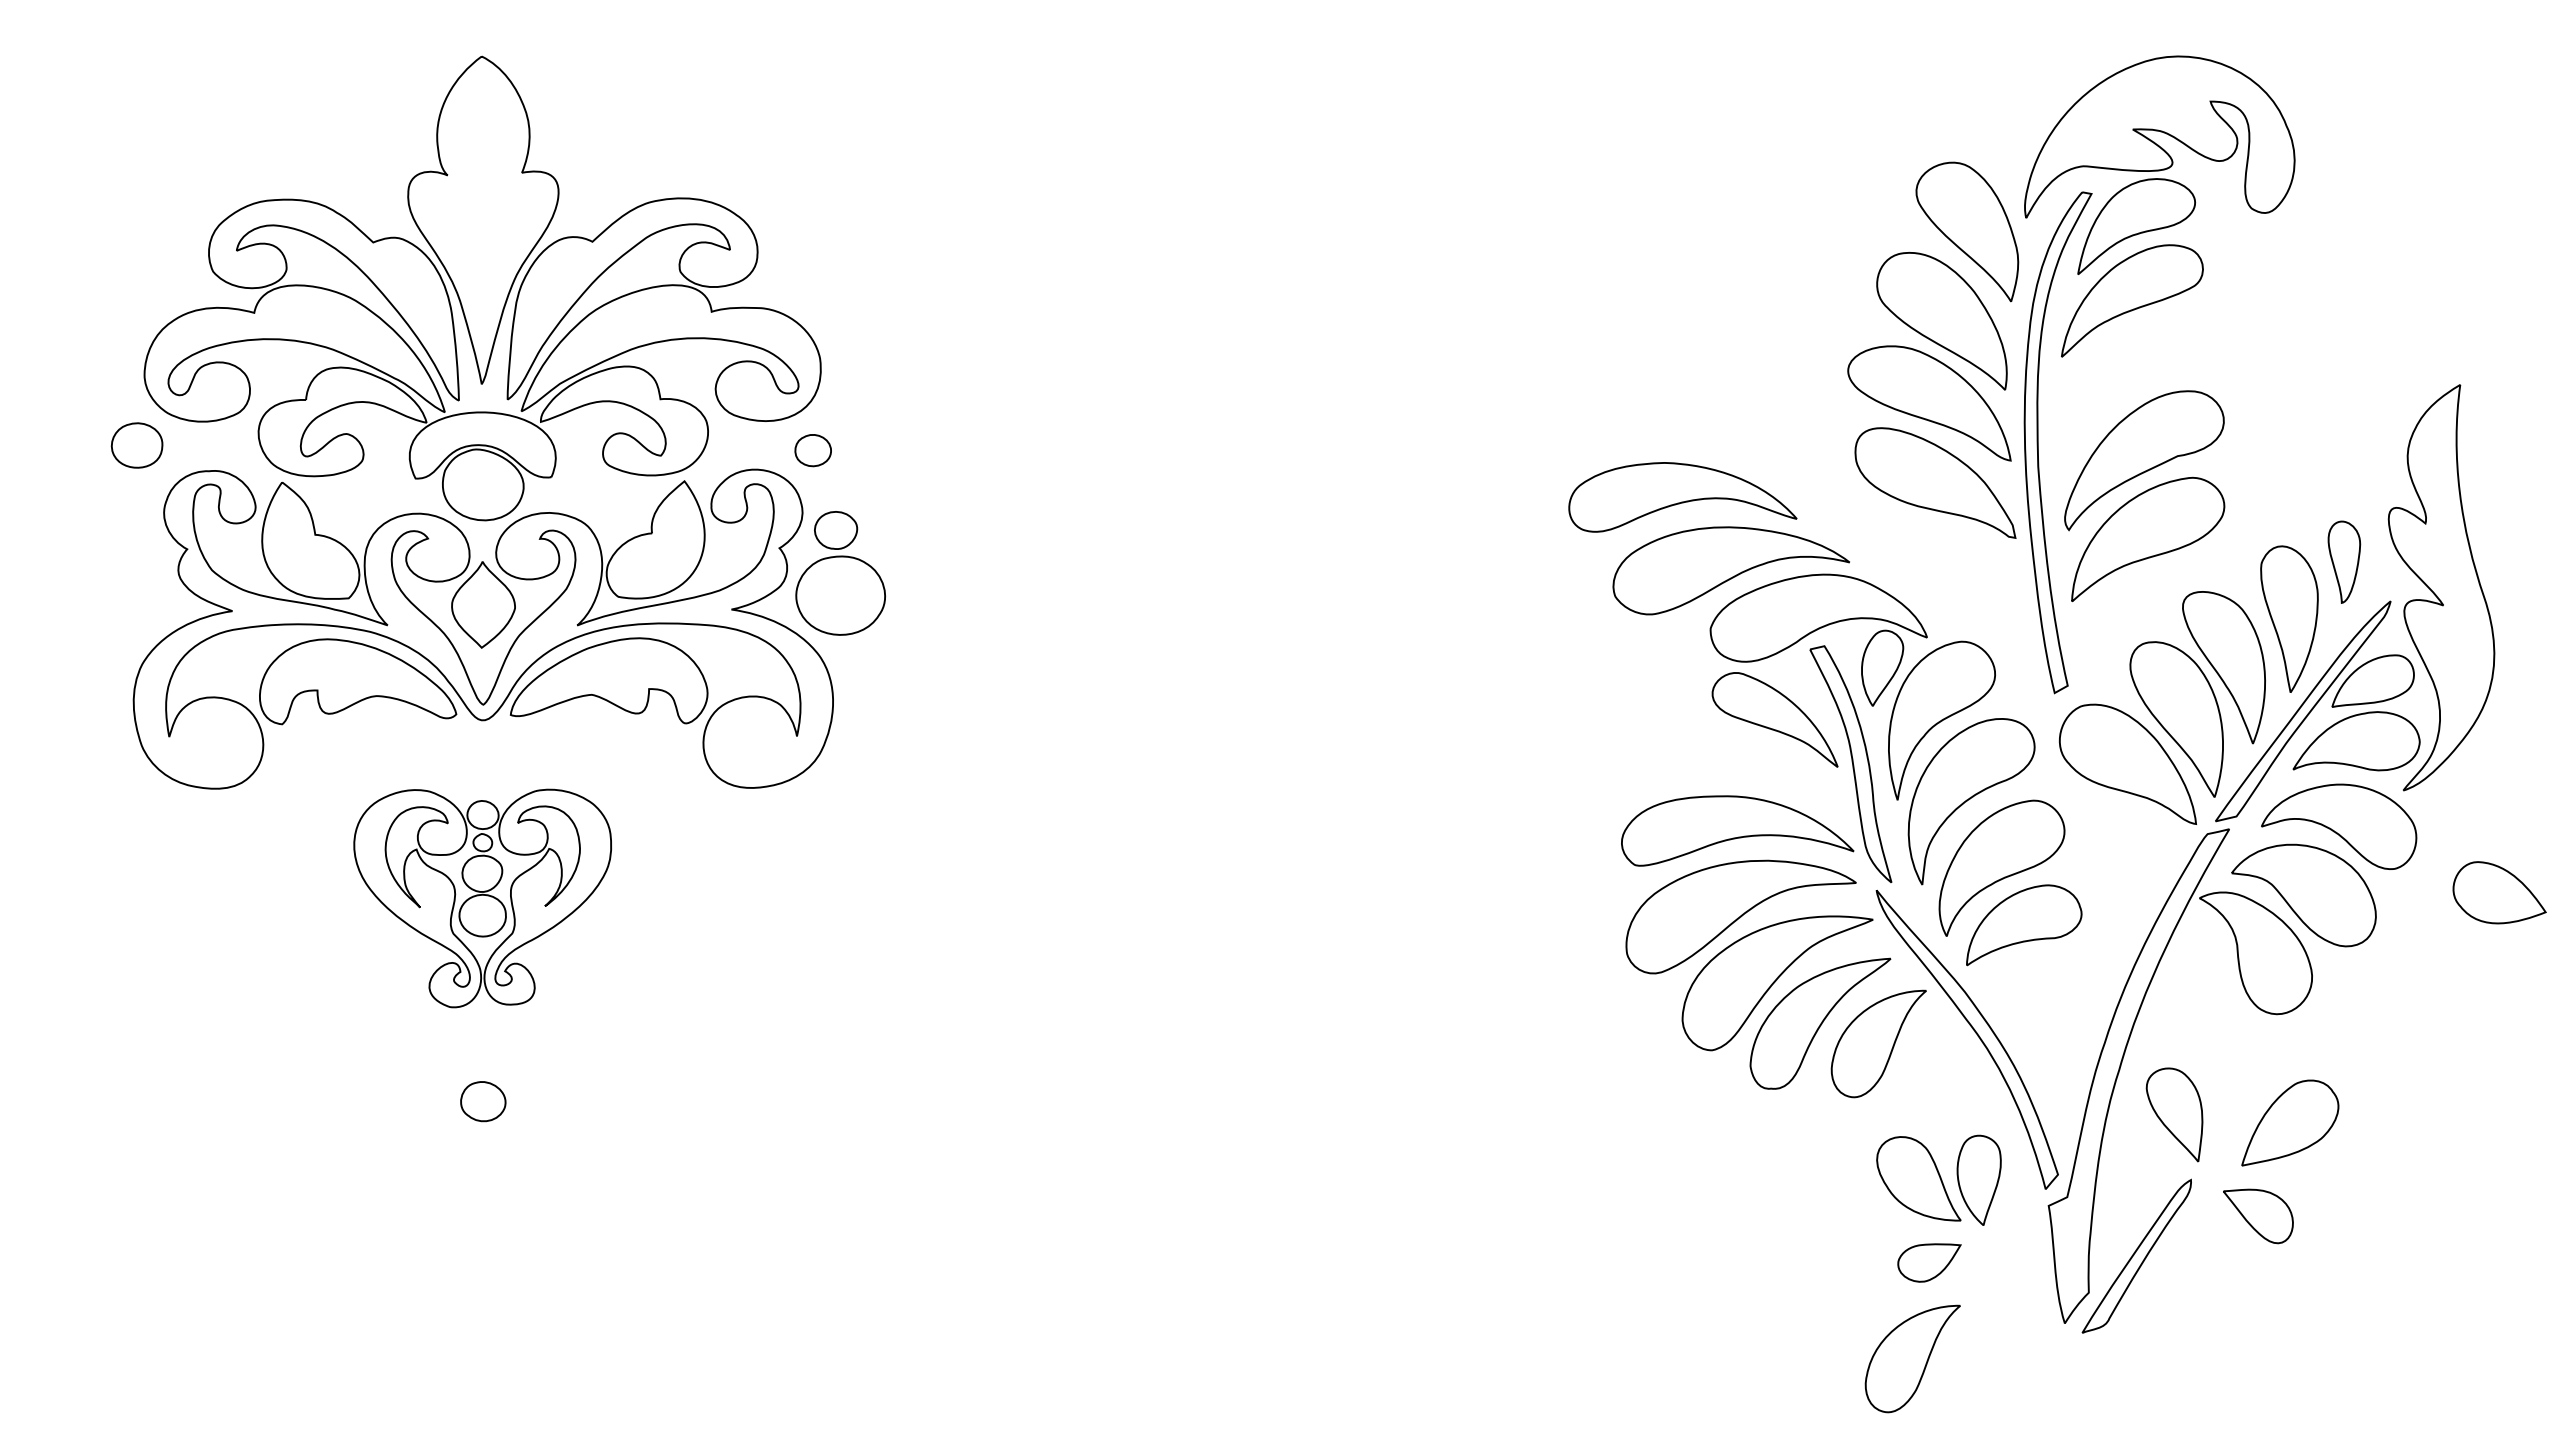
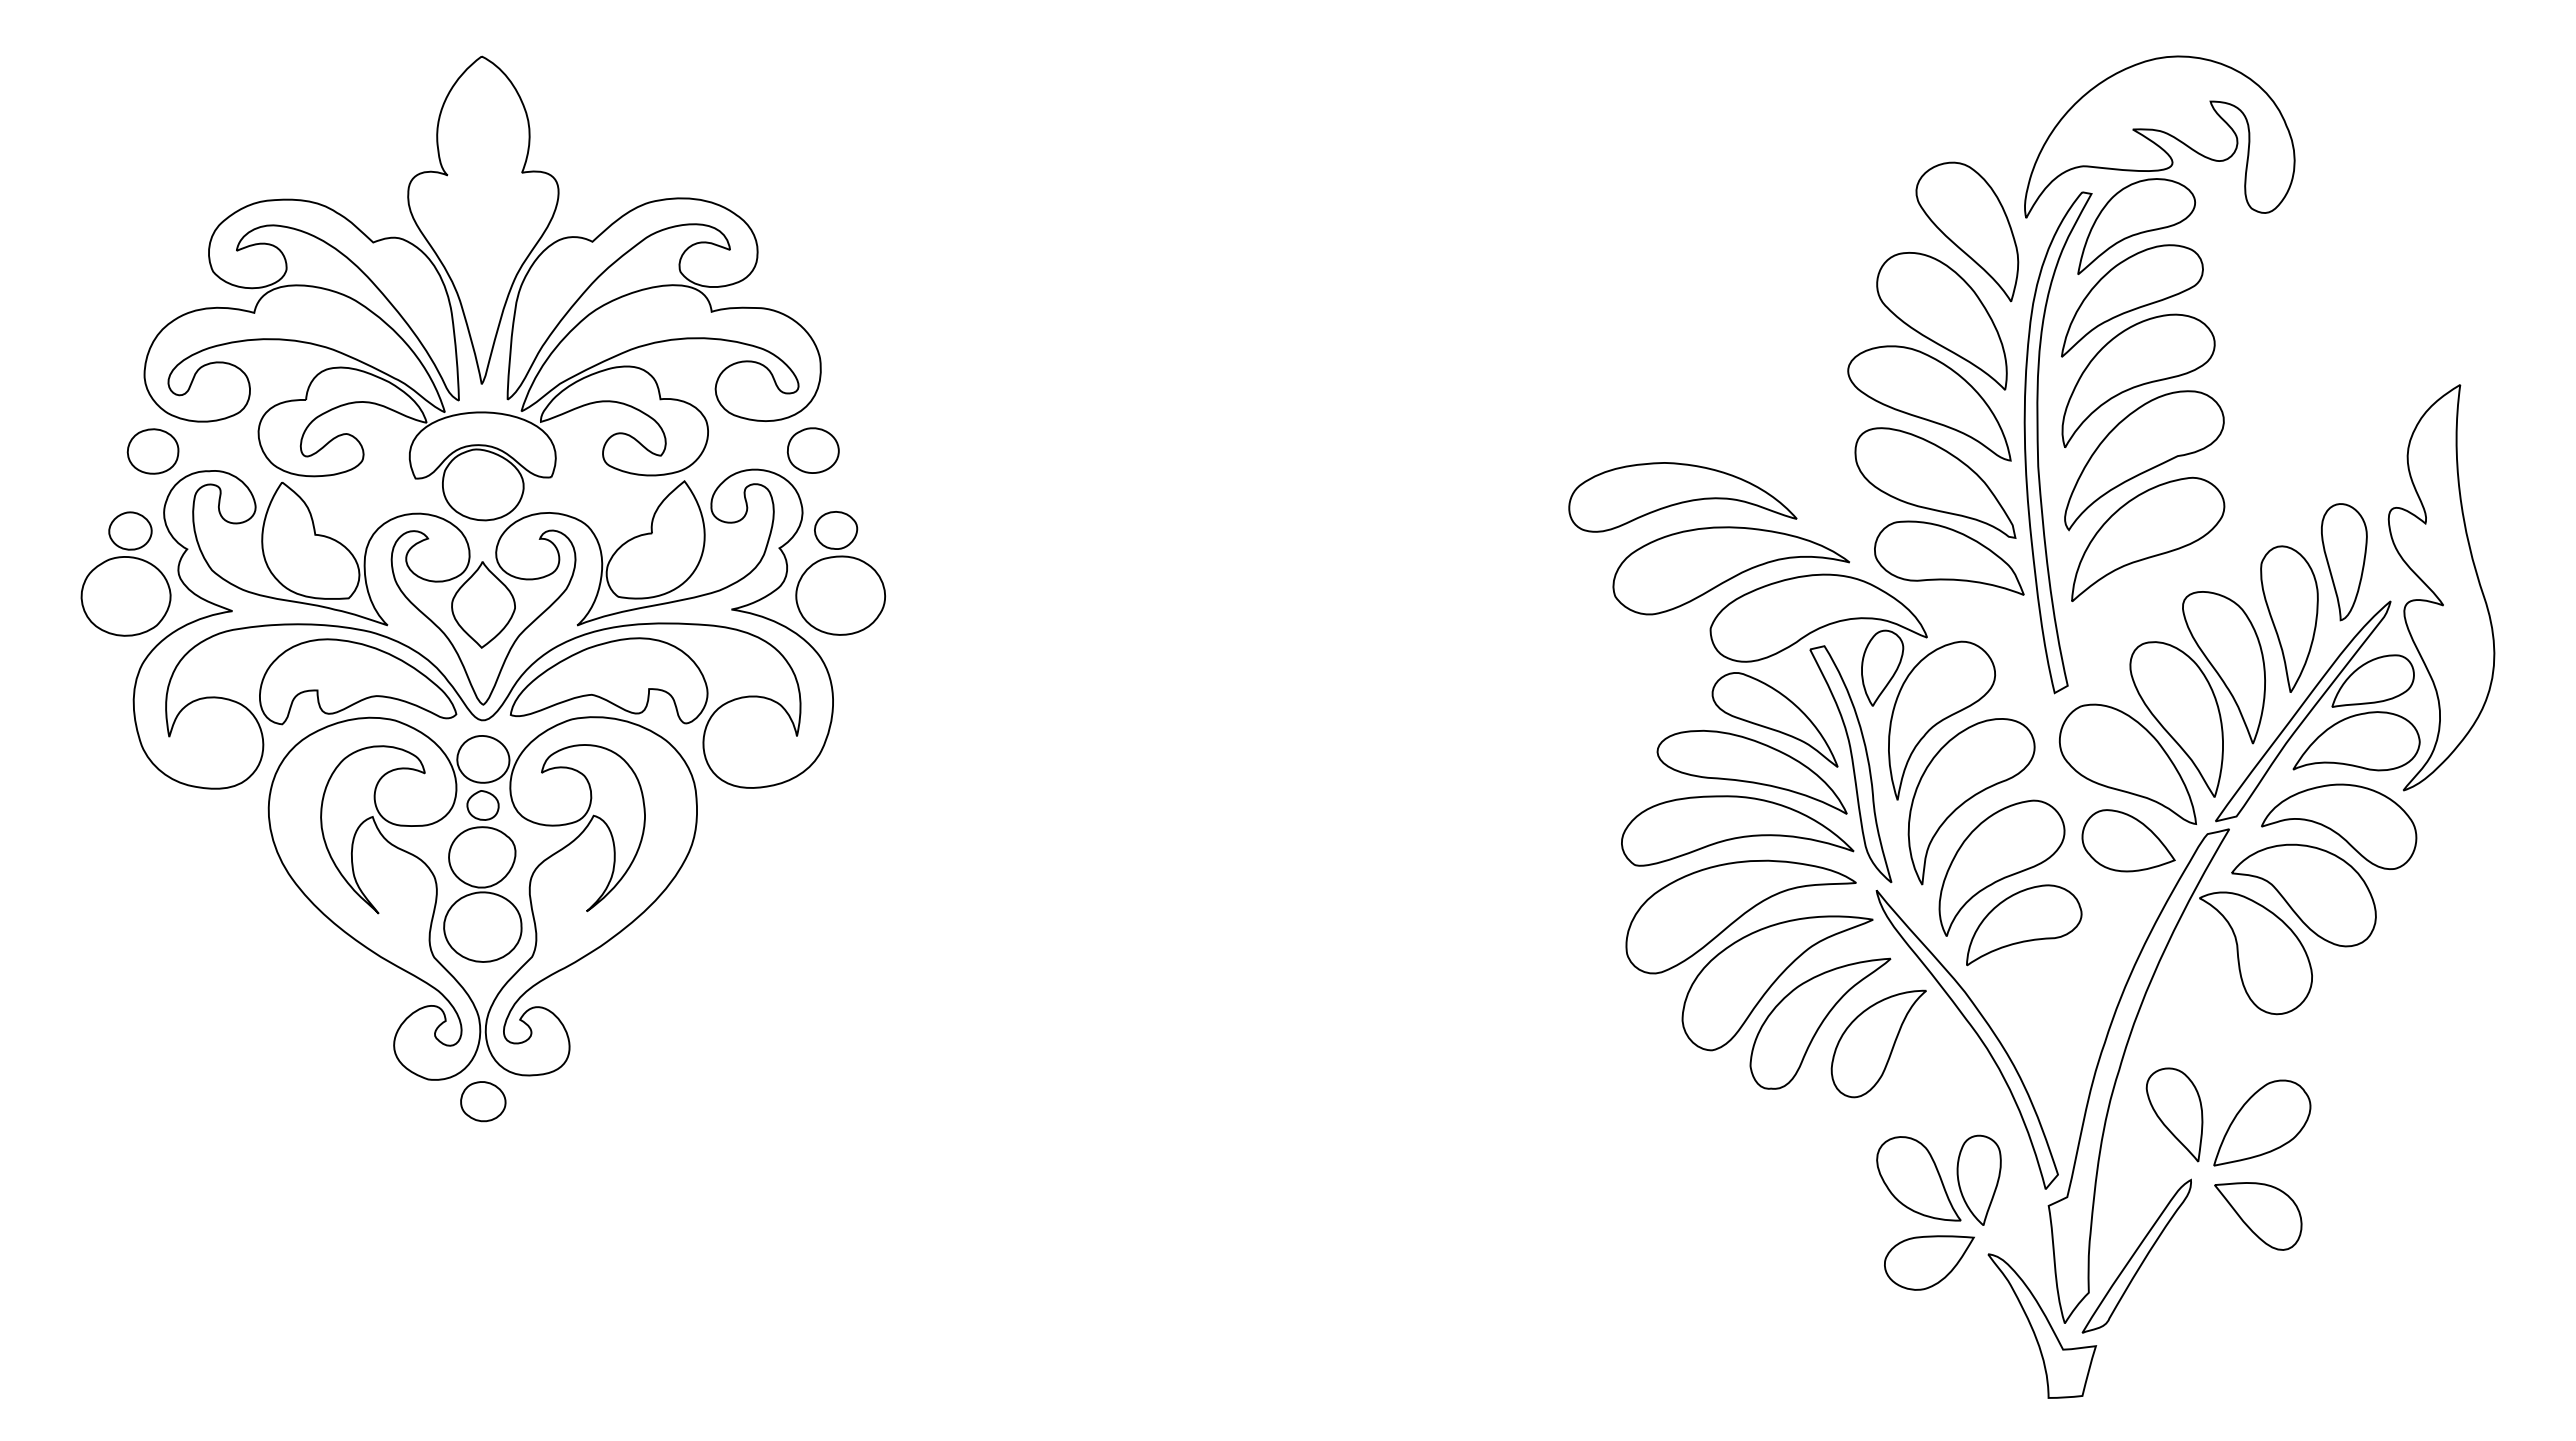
part at (2138, 380): none -> present
part at (136, 445) position: (136, 445) -> (152, 451)
part at (812, 450) size: 38x34 px -> 54x47 px
part at (1949, 557): none -> present
part at (2344, 561) size: 35x84 px -> 47x119 px
part at (125, 573): none -> present
part at (1751, 771): none -> present
part at (2499, 892) position: (2499, 892) -> (2128, 840)
part at (482, 898) size: 259x221 px -> 431x365 px
part at (2290, 1122) position: (2290, 1122) -> (2262, 1122)
part at (2258, 1216) size: 71x57 px -> 89x69 px
part at (1929, 1262) size: 65x40 px -> 91x56 px
part at (2042, 1325): none -> present
part at (1912, 1358): present -> none
